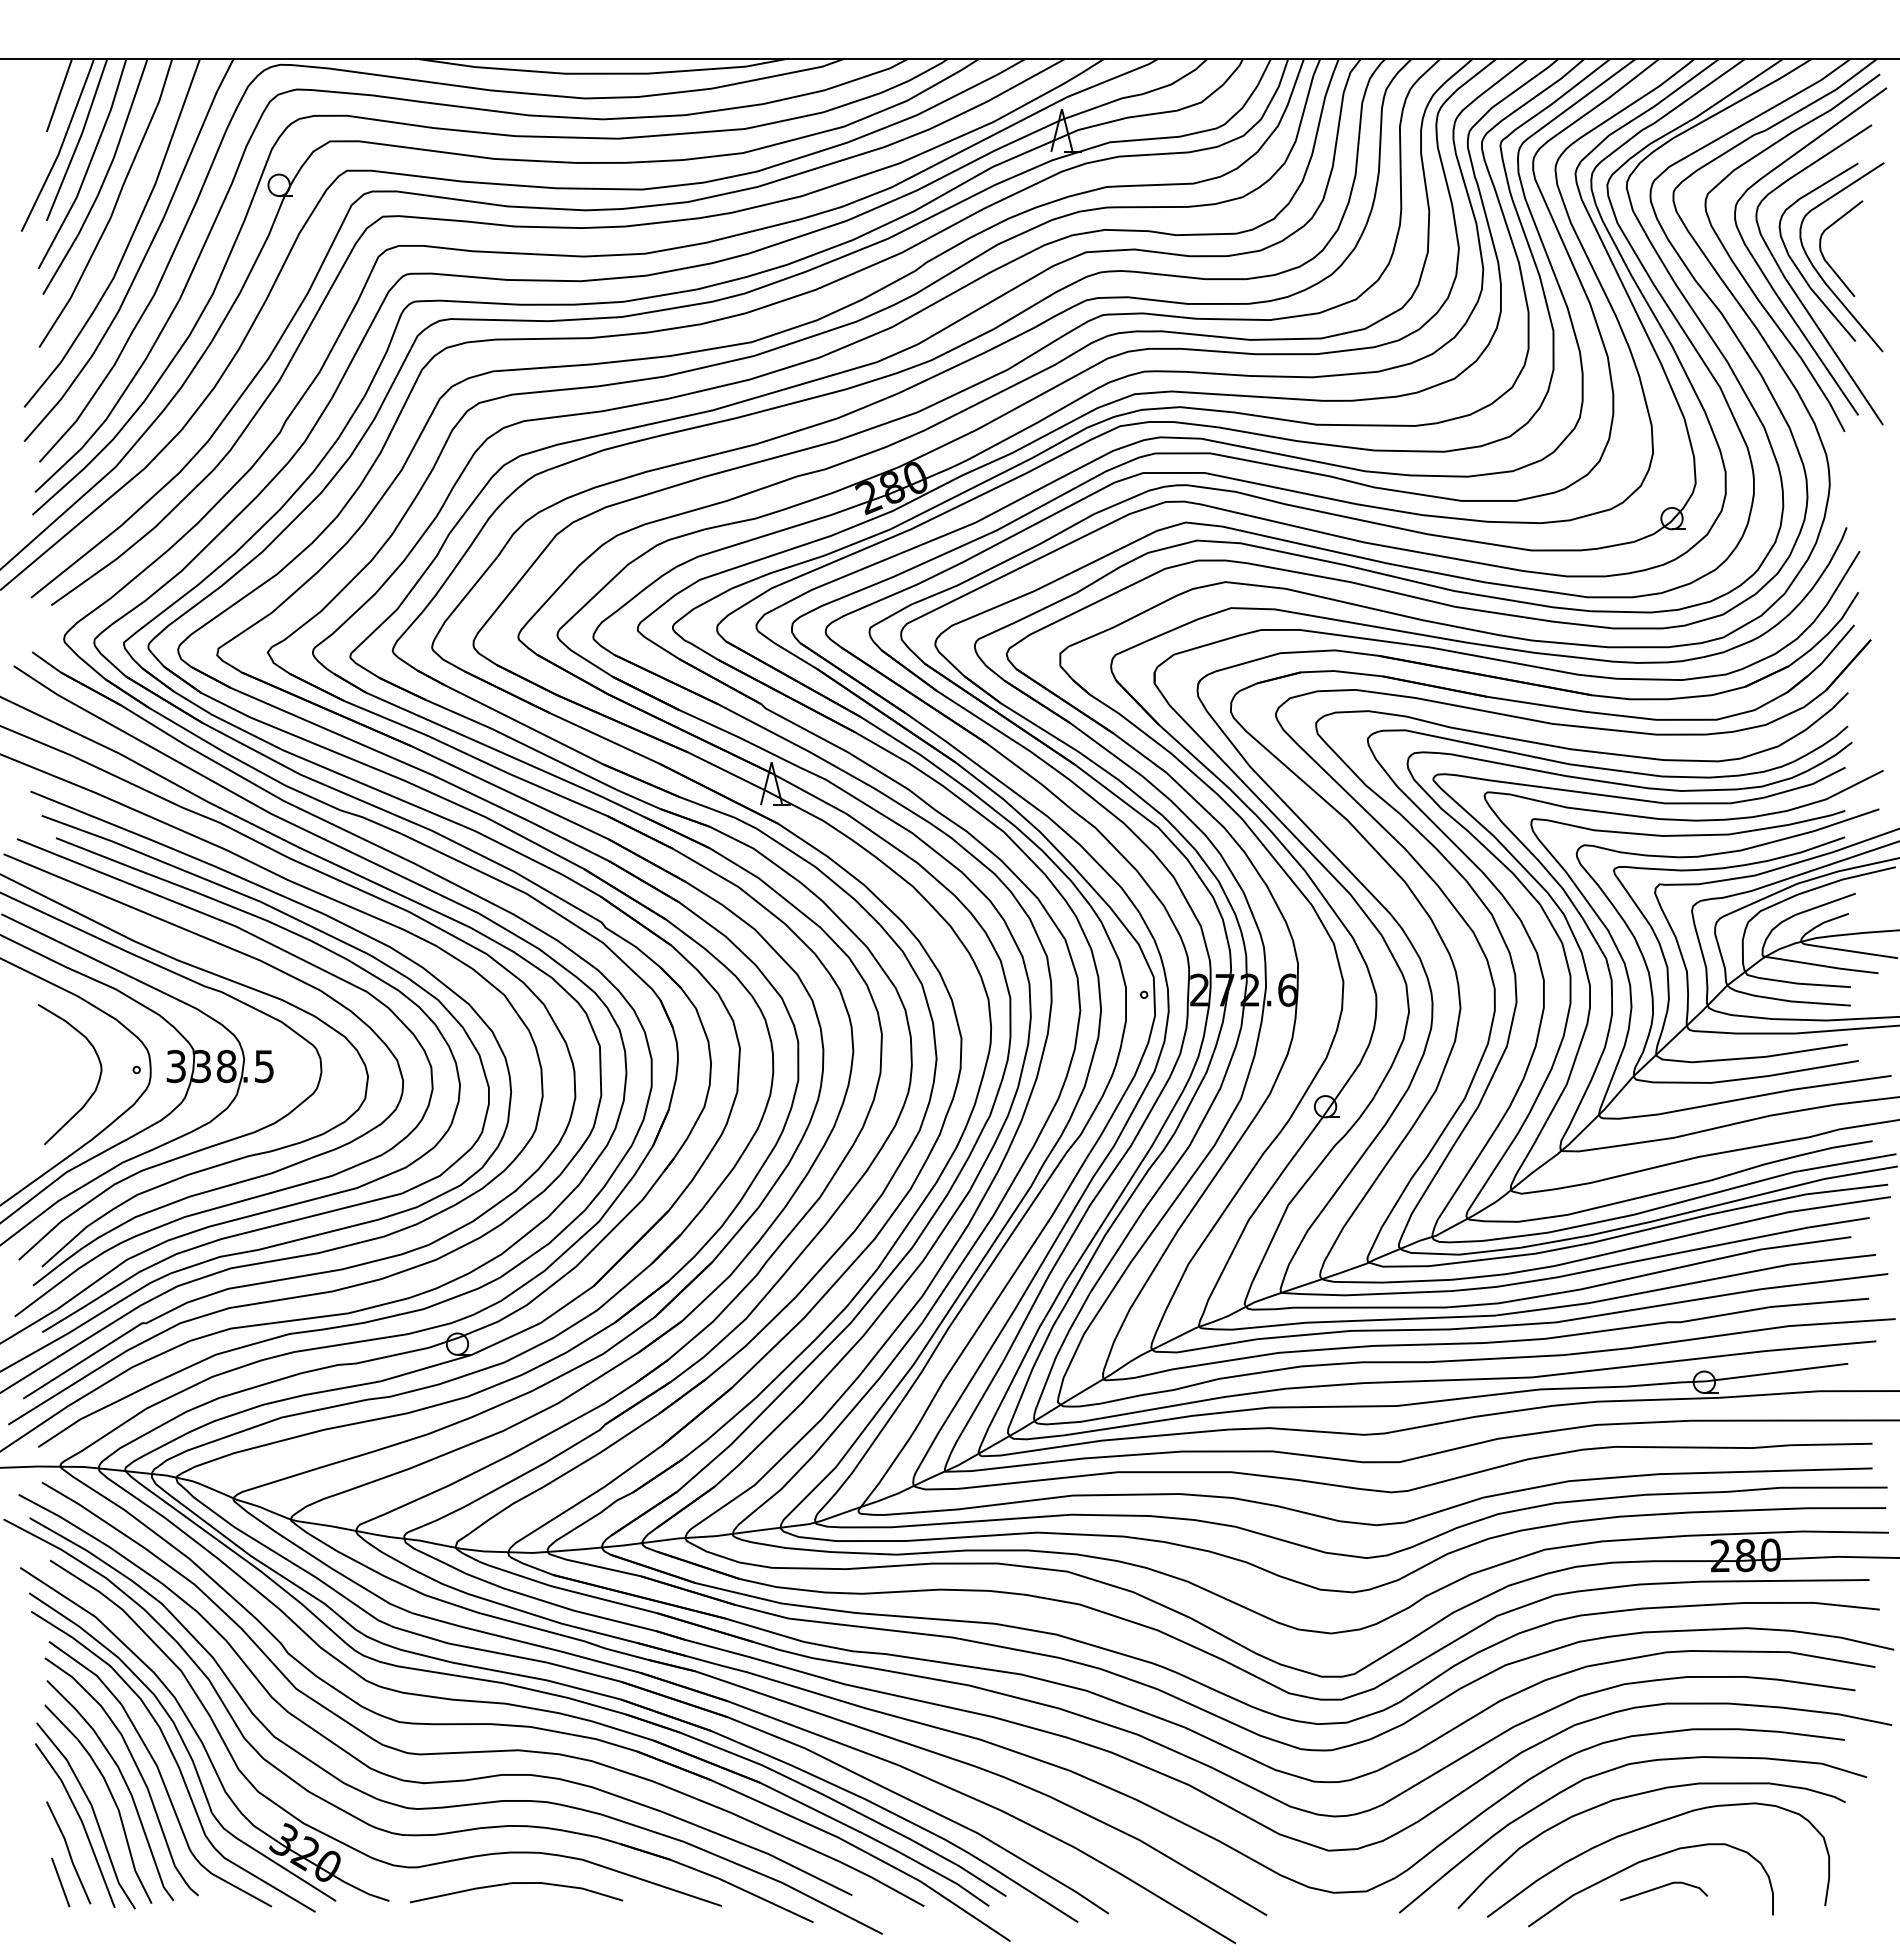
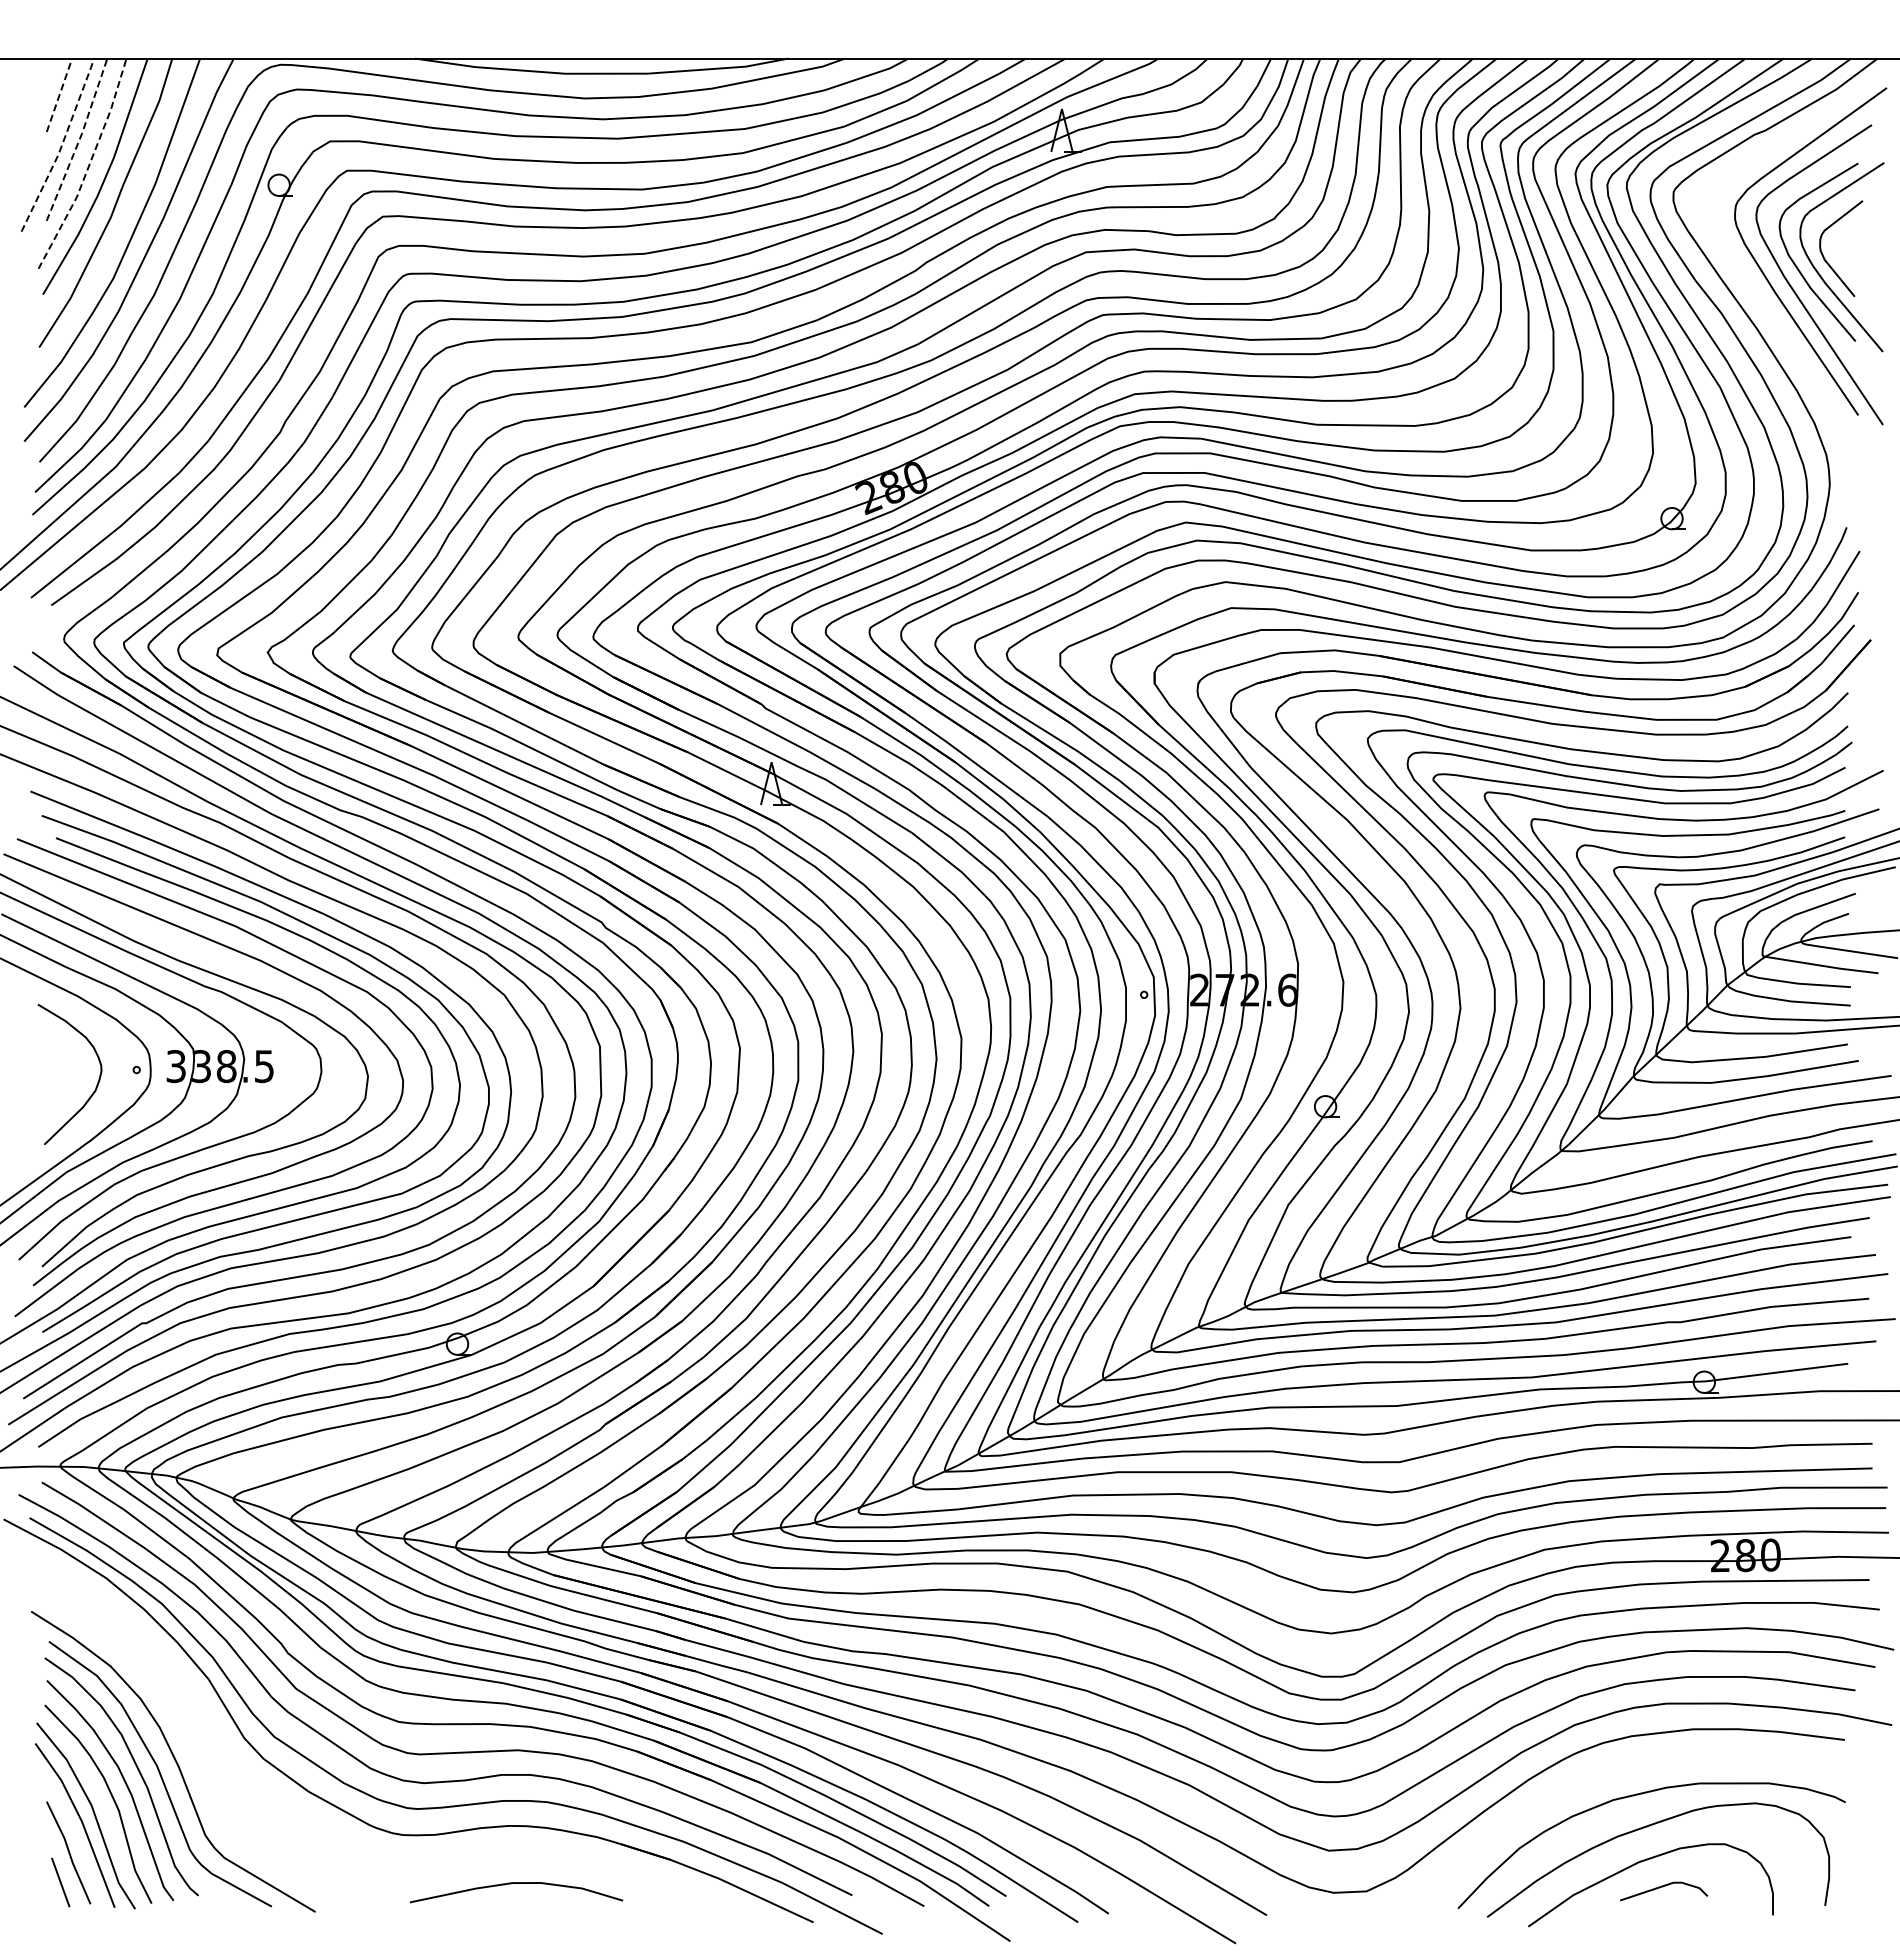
line at (59, 95): solid -> dashed
line at (79, 139): solid -> dashed
line at (61, 146): solid -> dashed
line at (88, 166): solid -> dashed
curve at (1747, 281): present -> none
curve at (1610, 1771): present -> none
part at (320, 1830): present -> none
